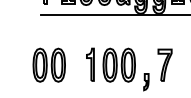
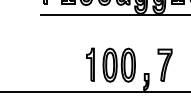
part at (48, 64): present -> none
line at (94, 91): none -> present
